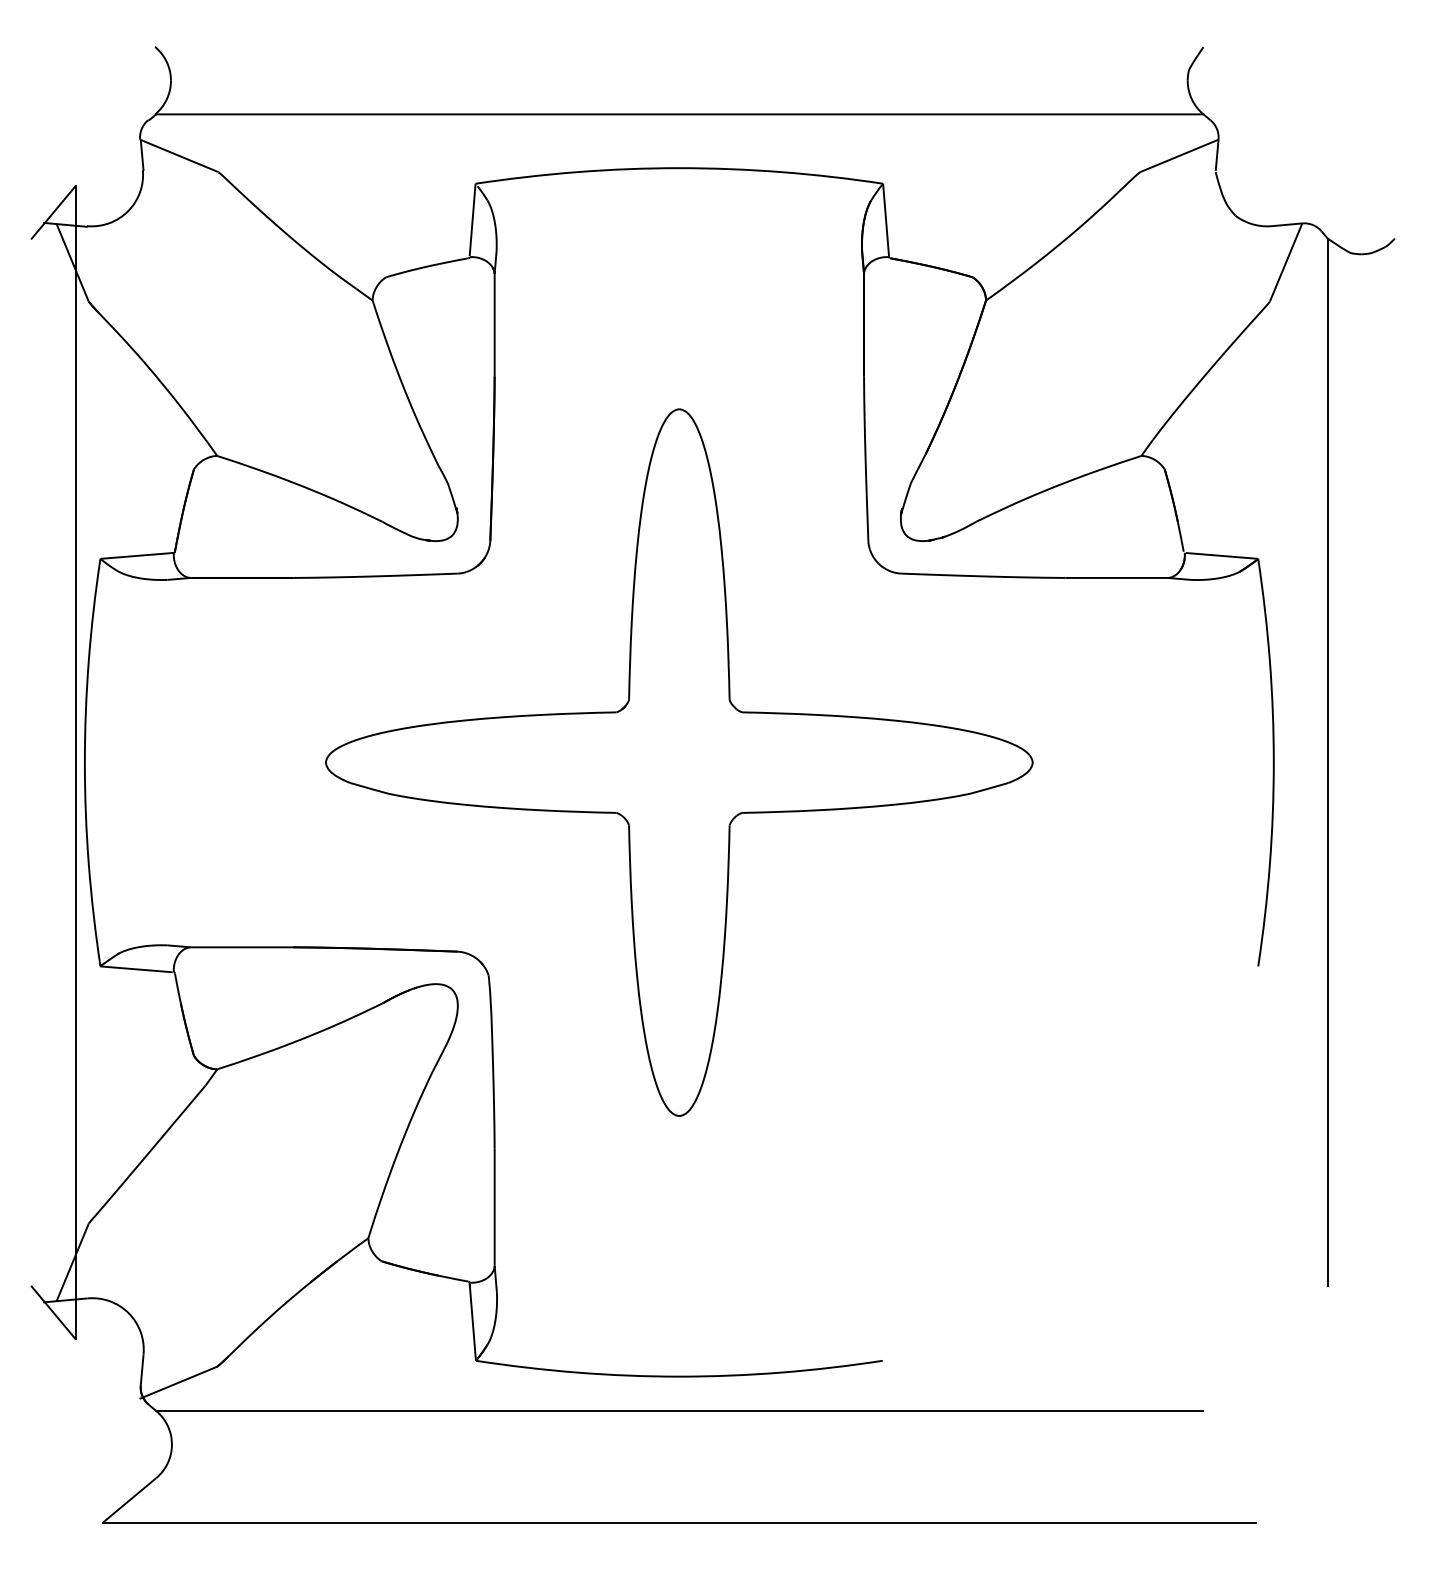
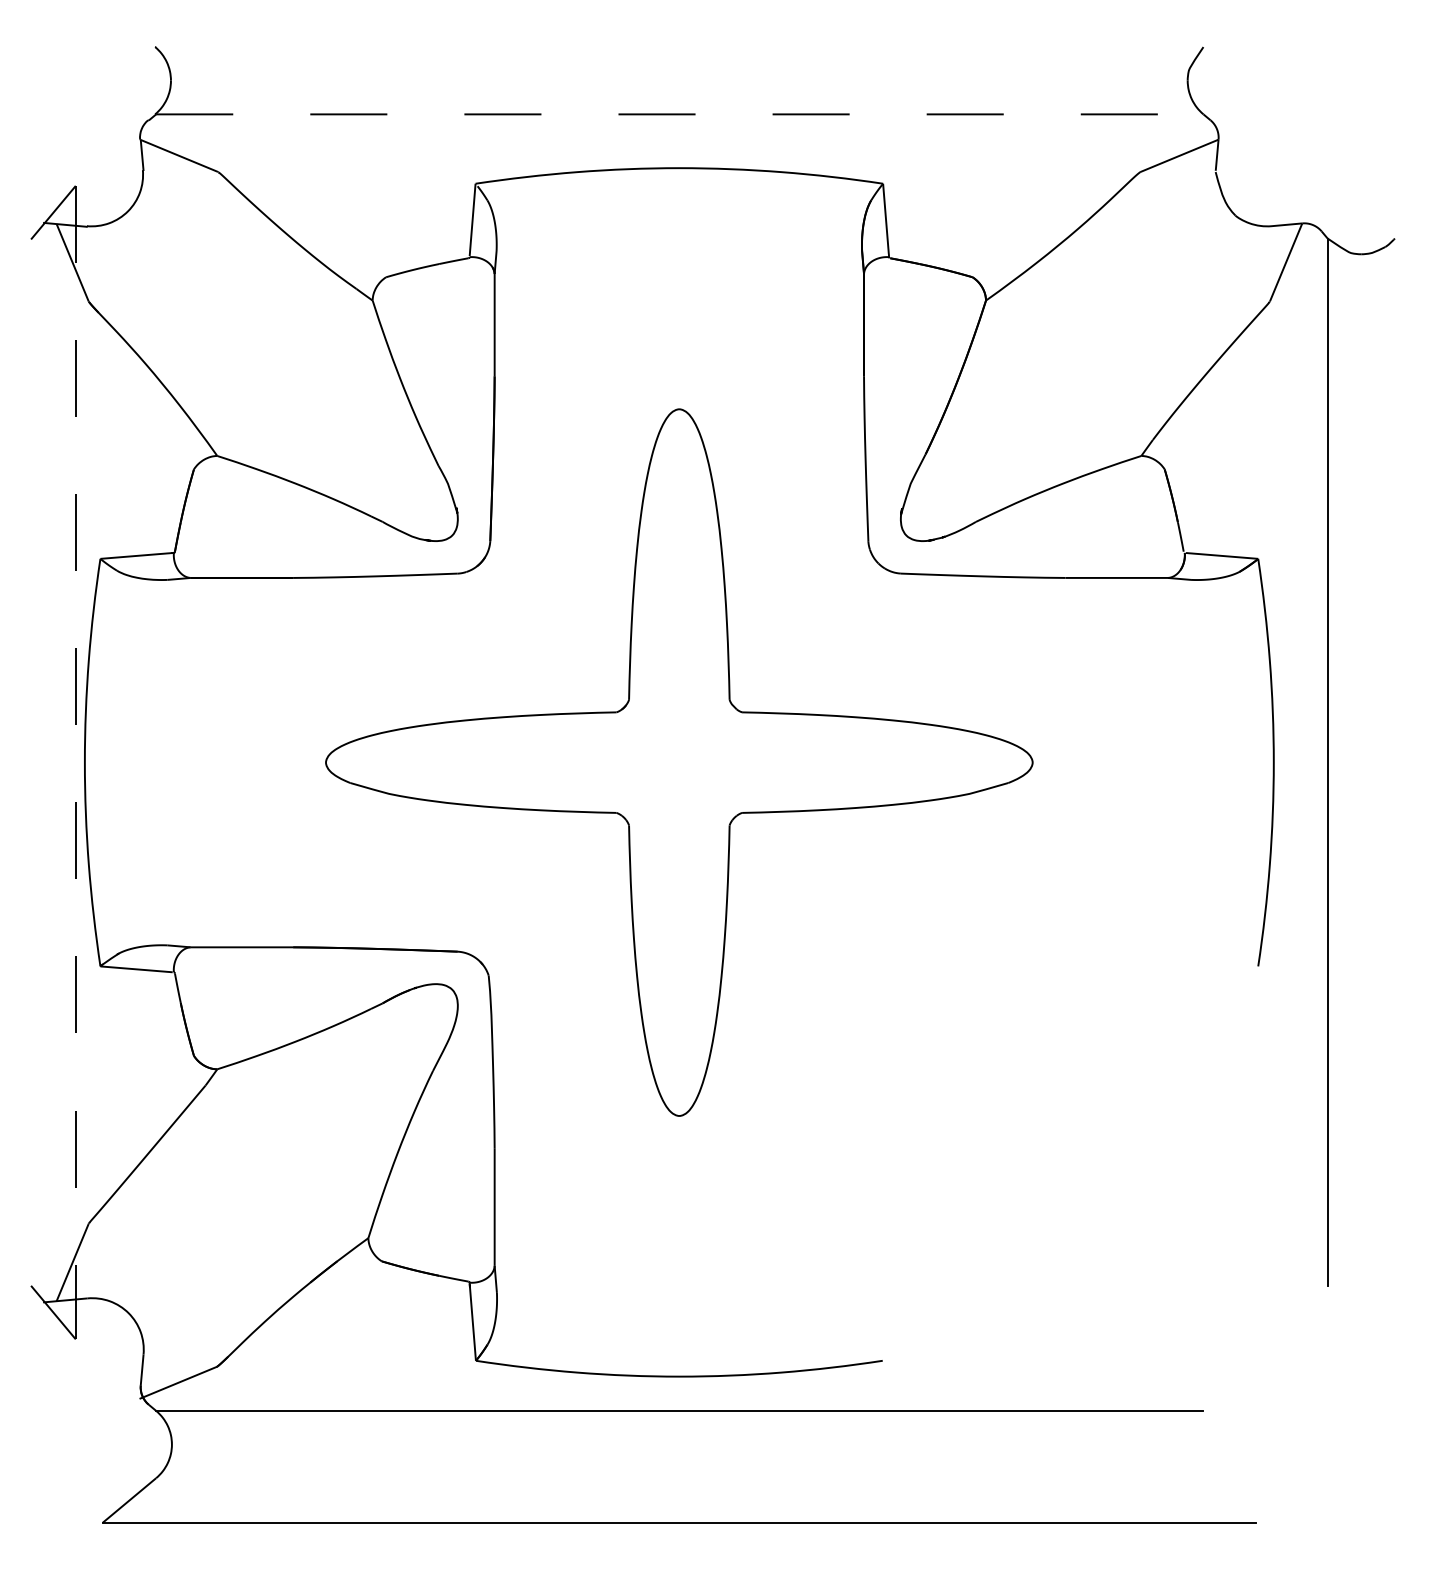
line at (679, 114): solid -> dashed
line at (75, 762): solid -> dashed
